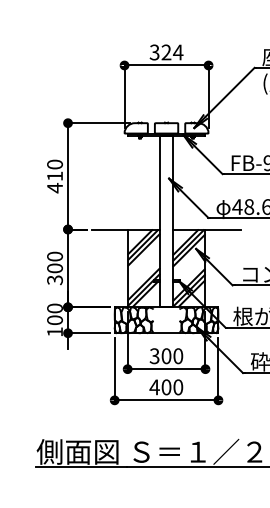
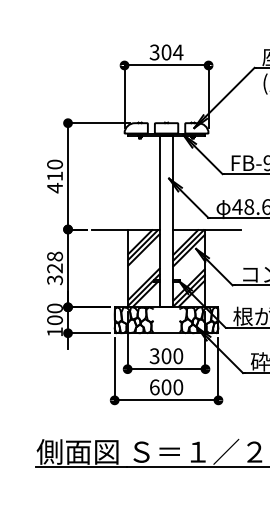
text at (166, 52): 324 -> 304
text at (54, 262): 300 -> 328
text at (154, 387): 400 -> 600
